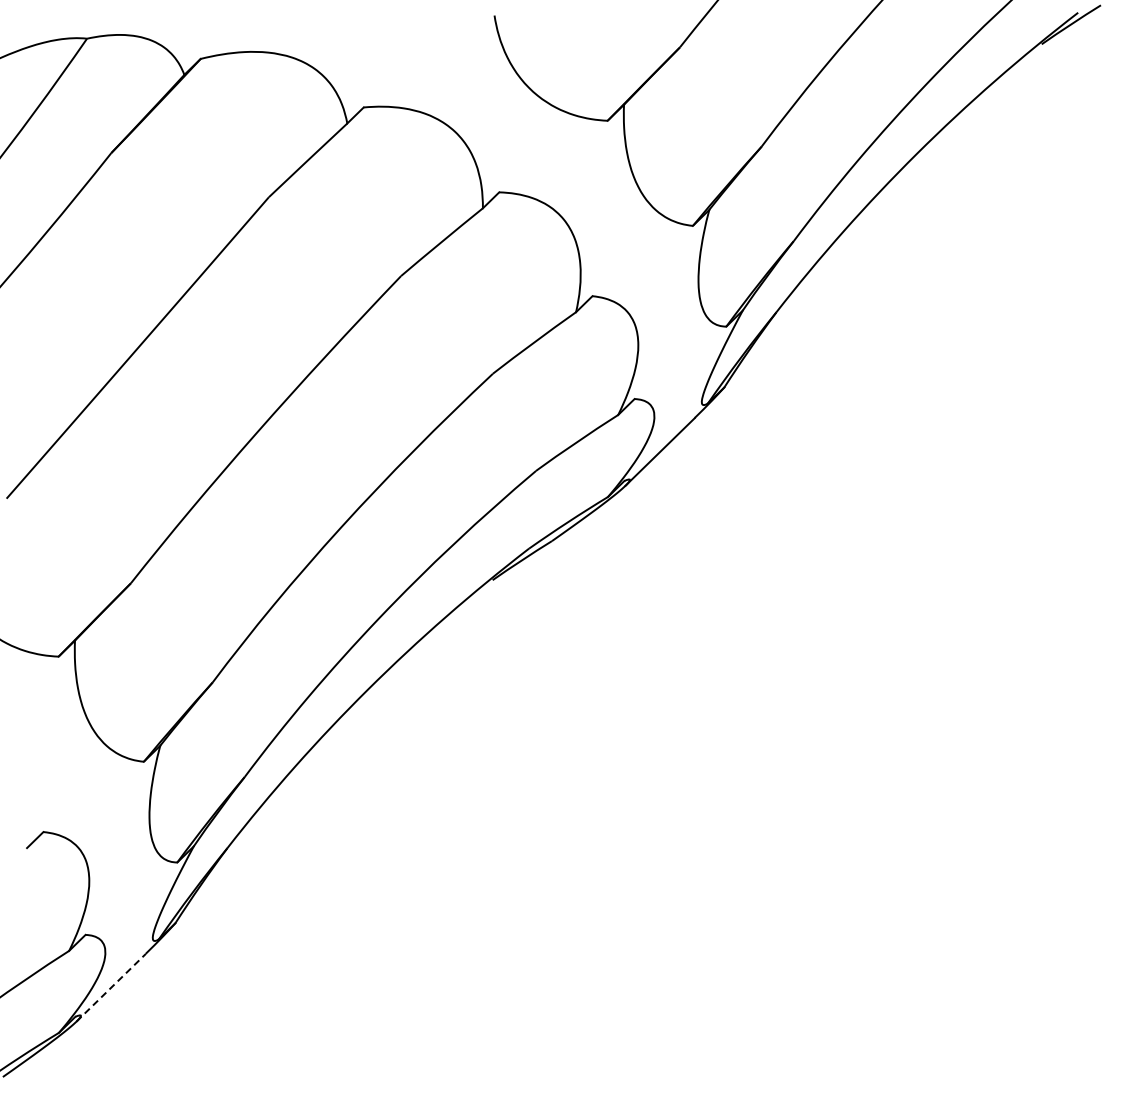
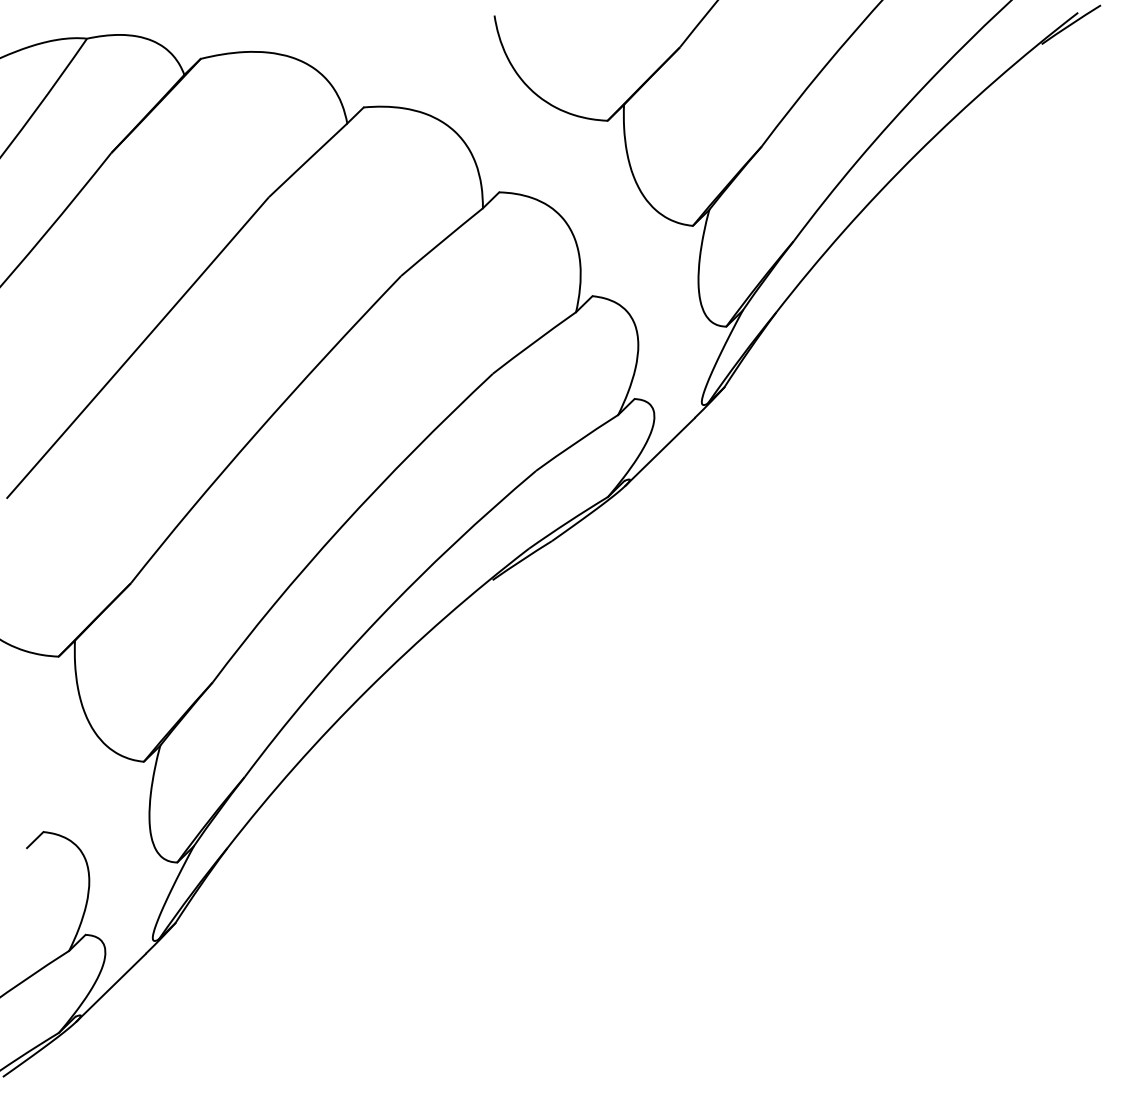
line at (111, 987): dashed -> solid
